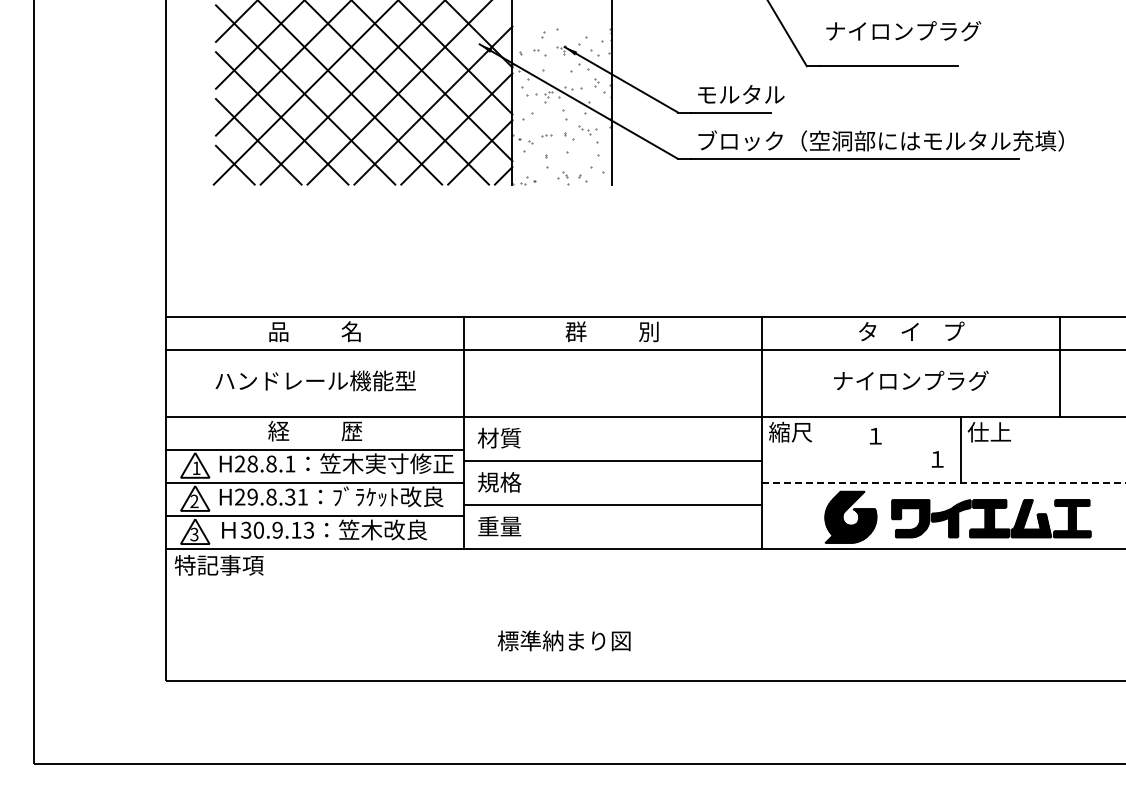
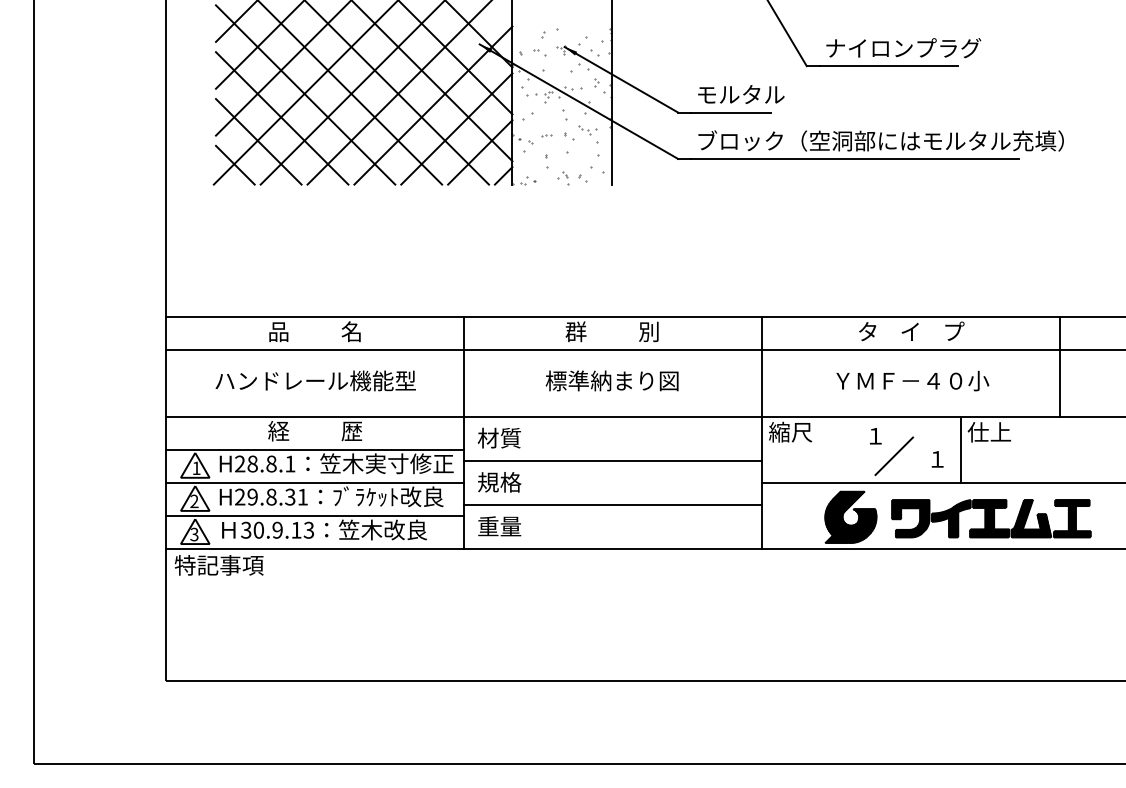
text at (903, 31) position: (903, 31) -> (903, 48)
text at (911, 380): ナイロンプラグ -> ＹＭＦ－４０小
line at (894, 456): none -> present
line at (943, 482): dashed -> solid
text at (563, 640) position: (563, 640) -> (611, 380)
